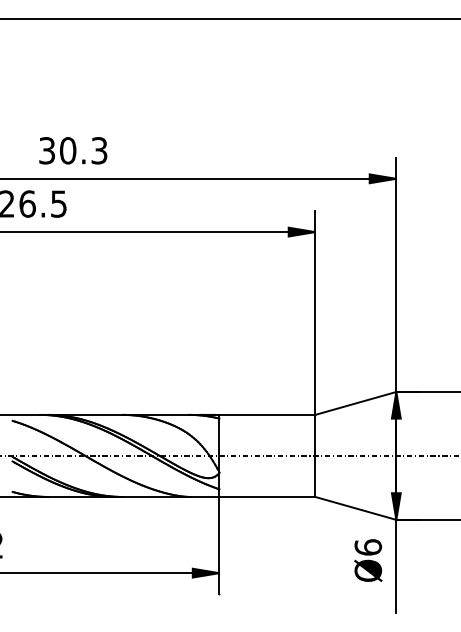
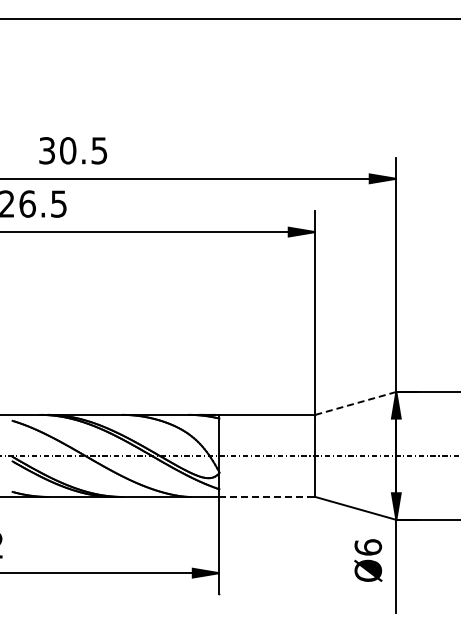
text at (99, 150): 30.3 -> 30.5
line at (356, 403): solid -> dashed
line at (267, 496): solid -> dashed
